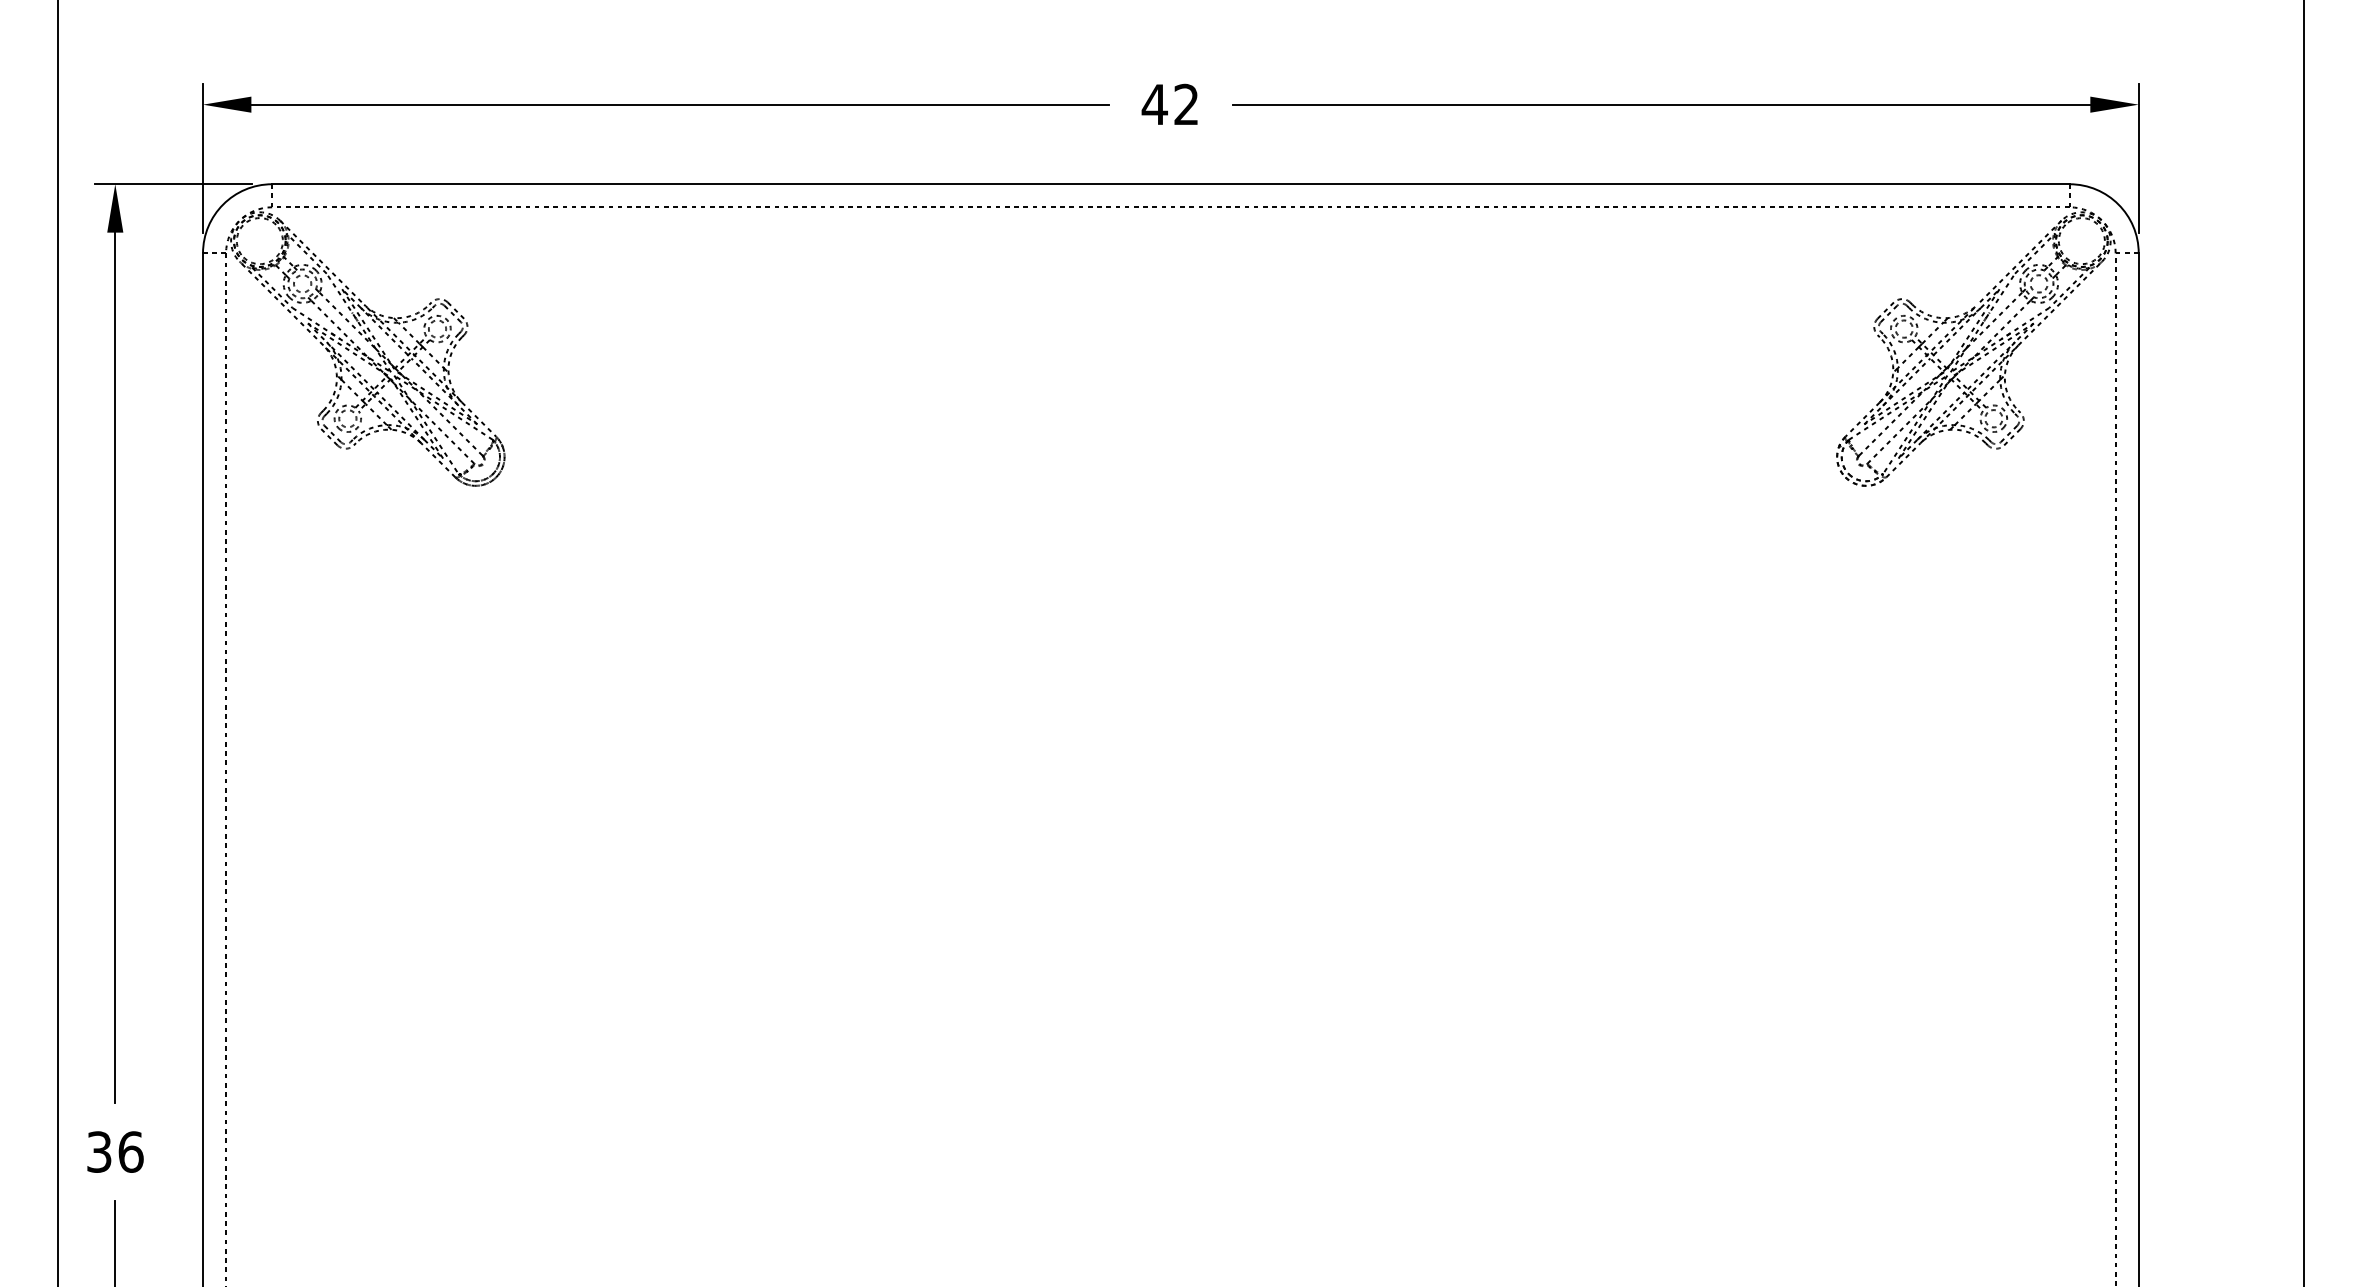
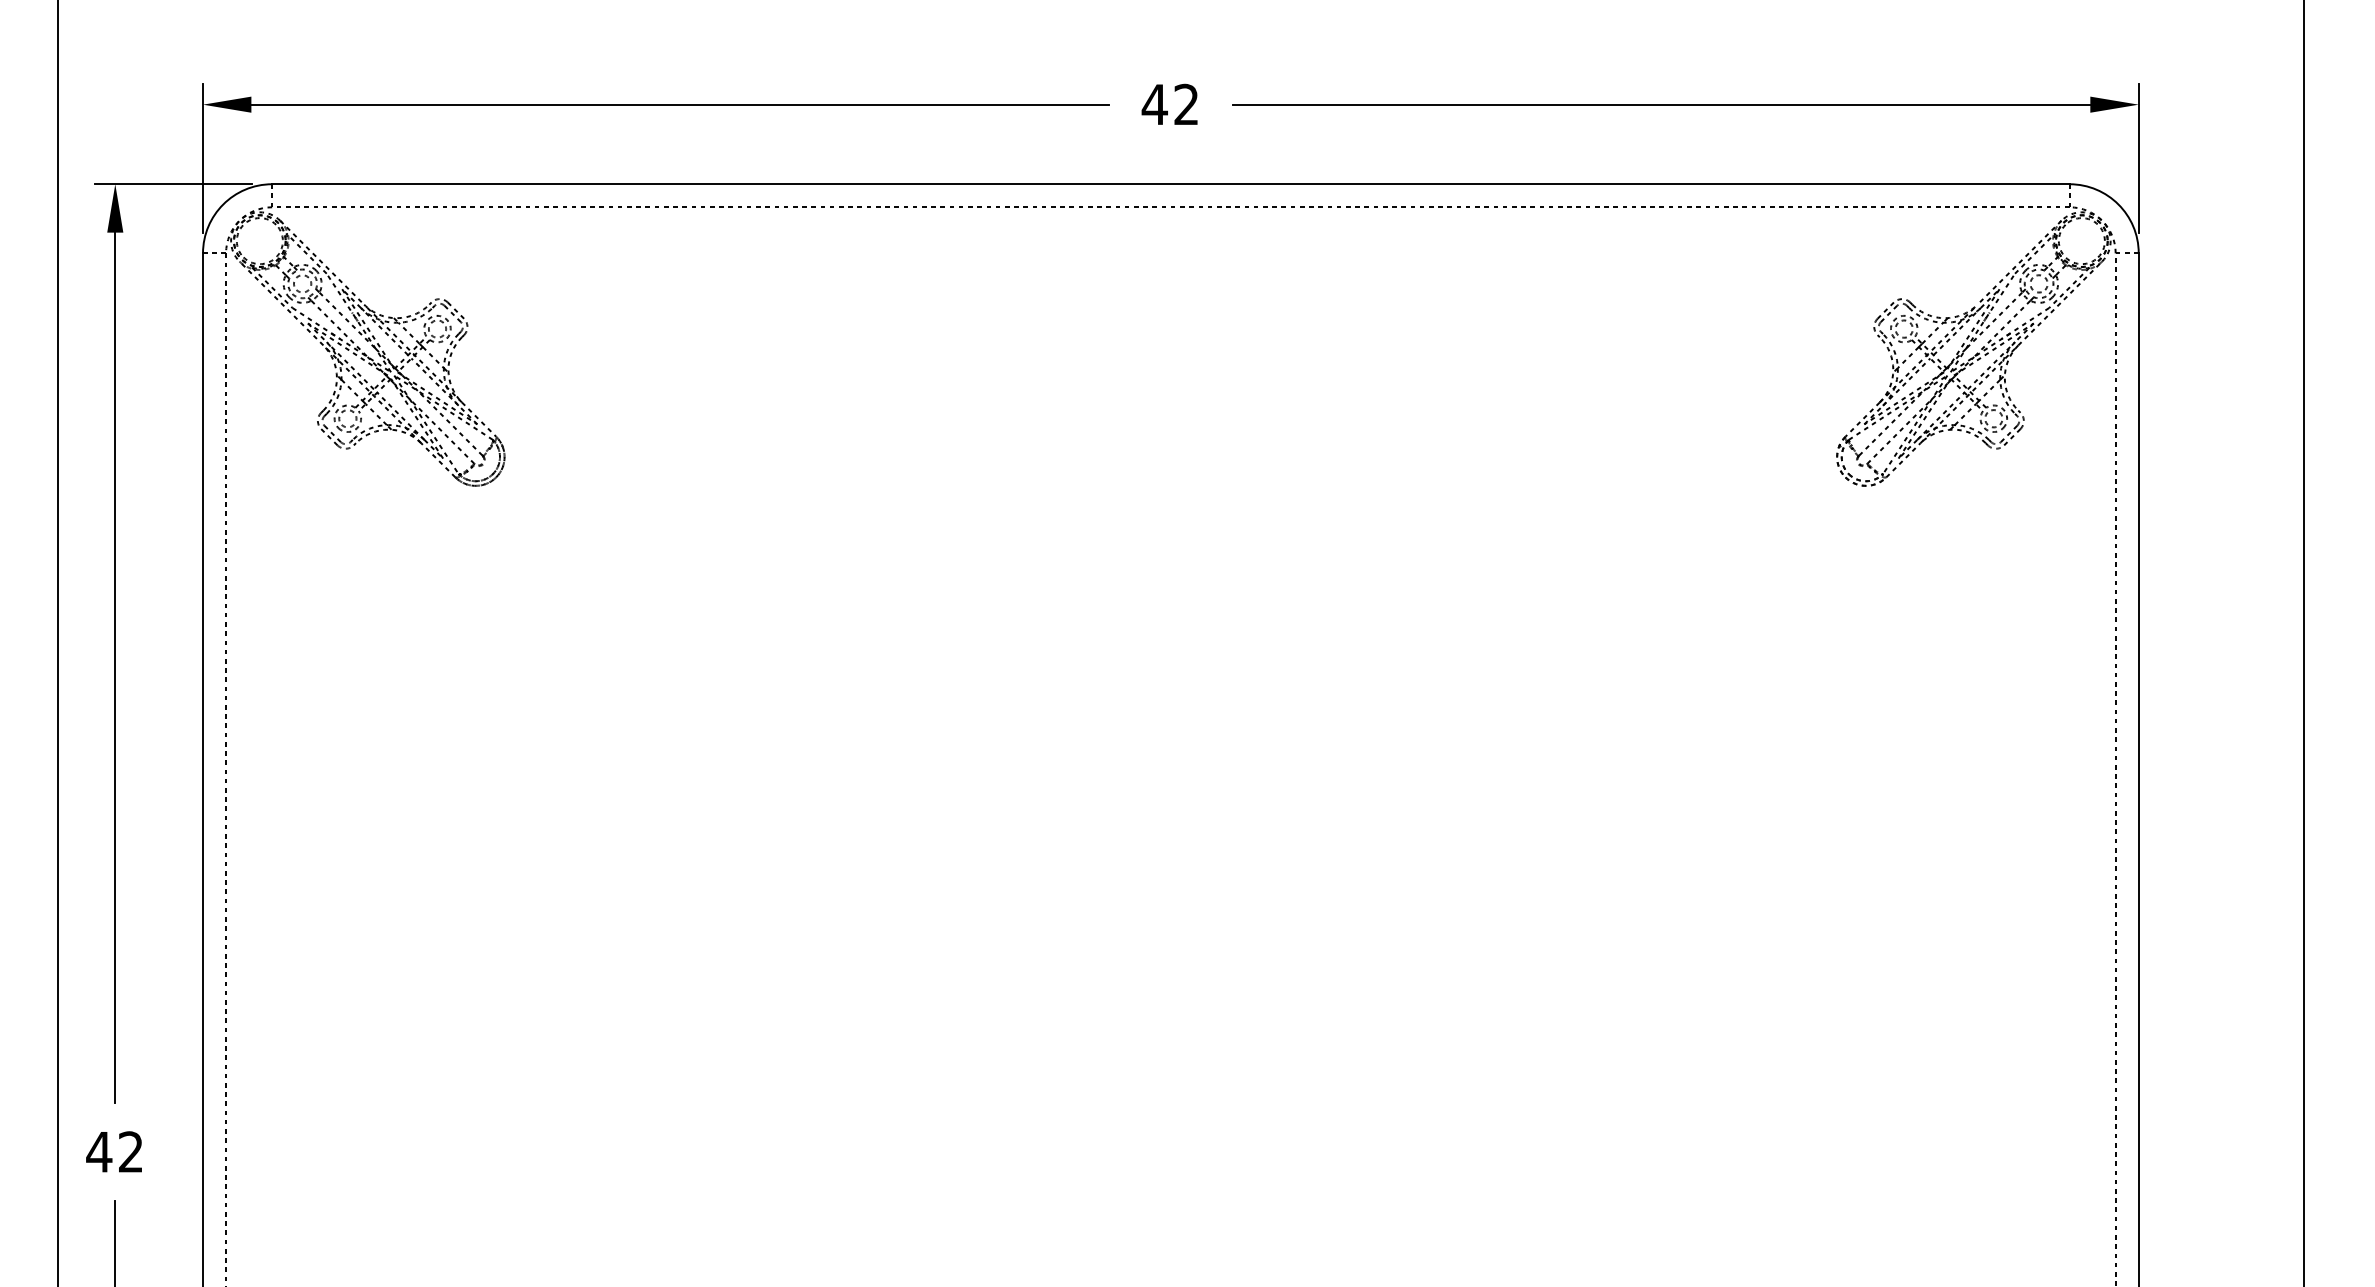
text at (114, 1151): 36 -> 42
